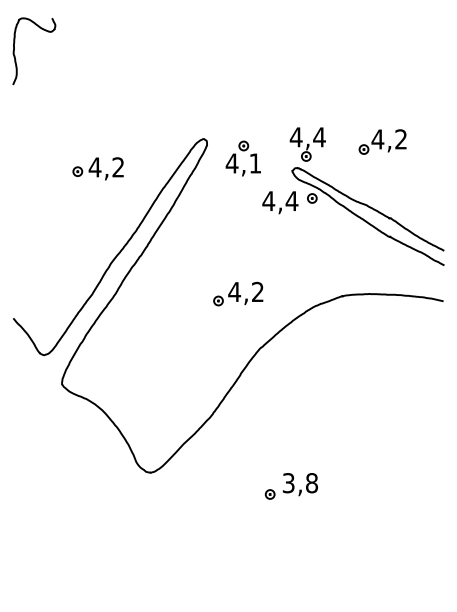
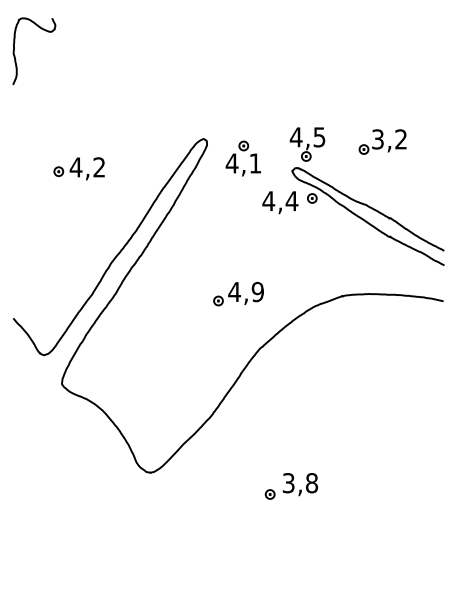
text at (319, 137): 4,4 -> 4,5
text at (377, 139): 4,2 -> 3,2
part at (97, 168) position: (97, 168) -> (78, 168)
text at (257, 292): 4,2 -> 4,9
